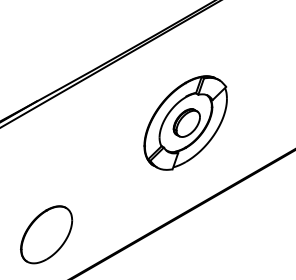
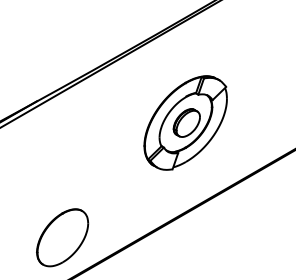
part at (46, 234) position: (46, 234) -> (62, 237)
